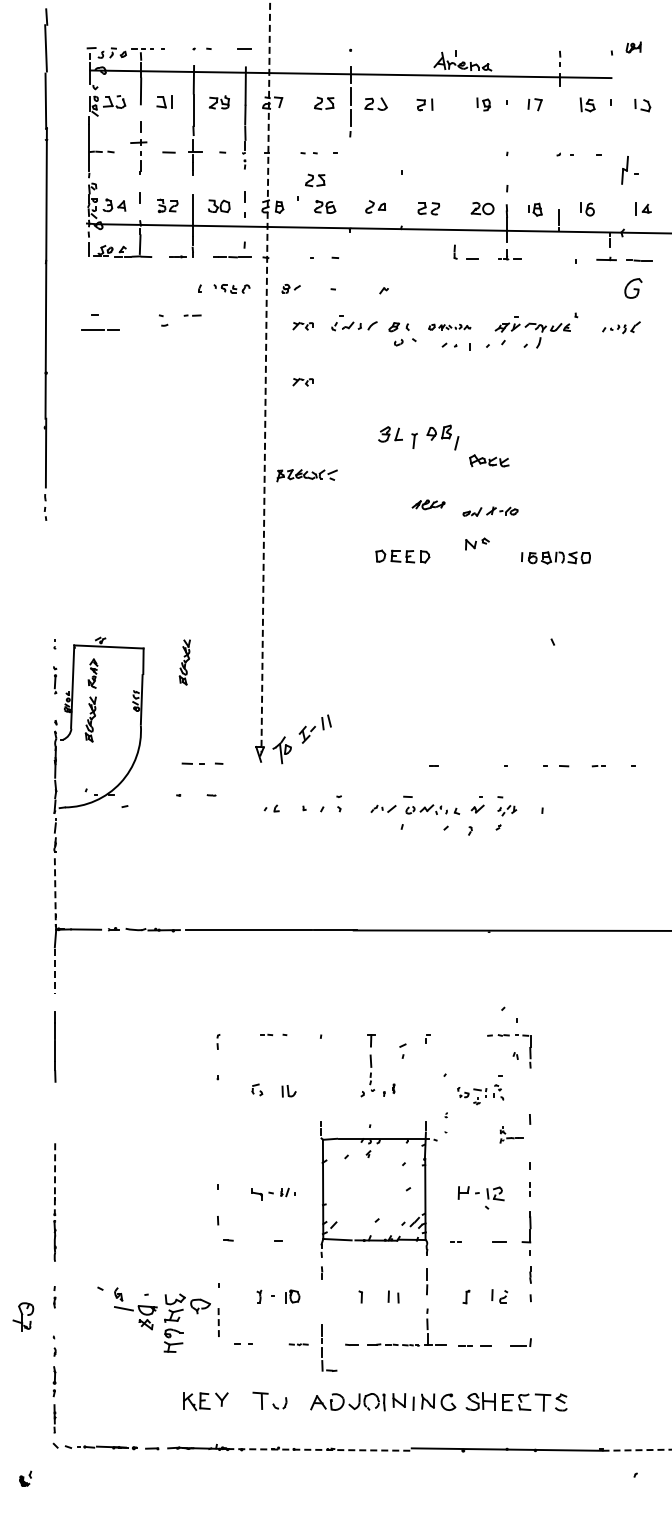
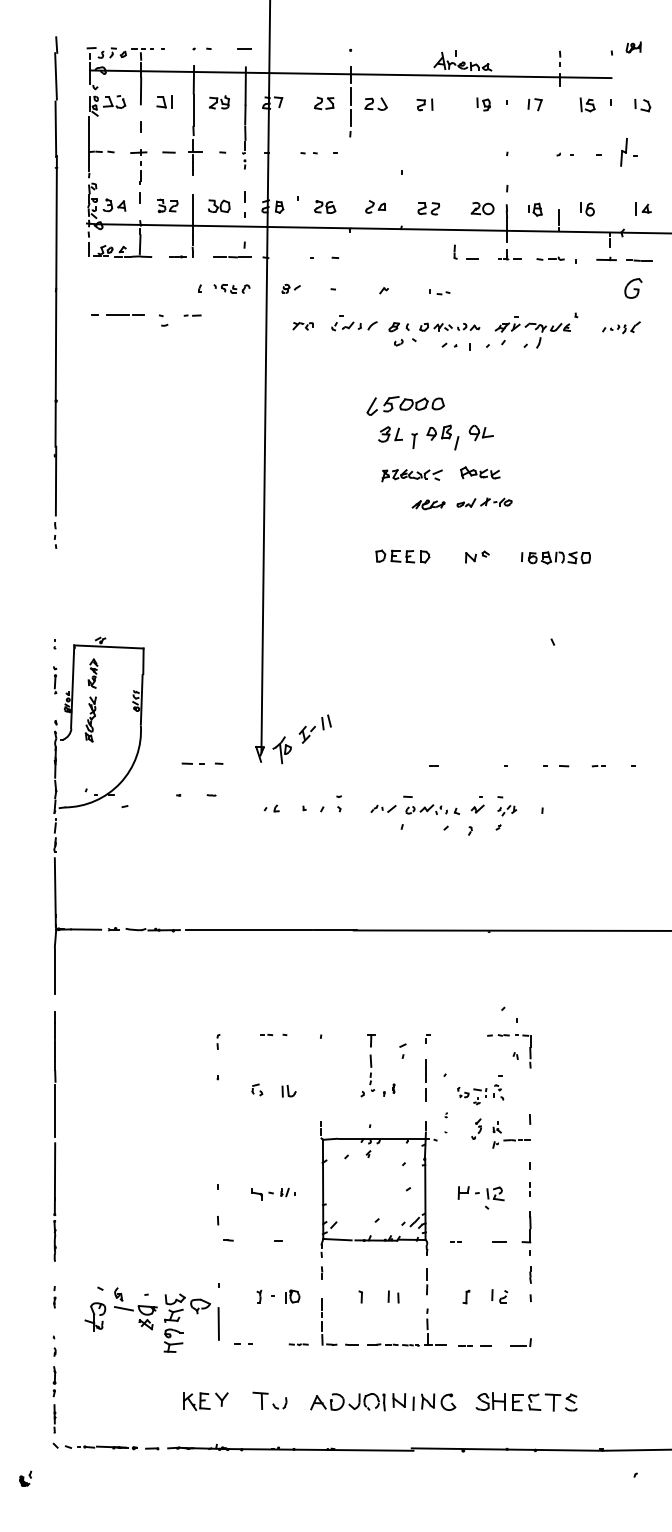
part at (138, 156) position: (138, 156) -> (138, 166)
part at (629, 170) position: (629, 170) -> (628, 152)
part at (315, 180): present -> none
part at (550, 258): none -> present
part at (45, 264) position: (45, 264) -> (55, 292)
part at (439, 292): none -> present
part at (449, 326) size: 44x8 px -> 62x10 px
line at (100, 329) position: (100, 329) -> (125, 314)
line at (265, 376): dashed -> solid
part at (302, 382): present -> none
part at (405, 405): none -> present
part at (480, 432): none -> present
part at (489, 460) position: (489, 460) -> (480, 472)
part at (306, 475) position: (306, 475) -> (411, 475)
part at (490, 511) position: (490, 511) -> (484, 502)
part at (477, 543) position: (477, 543) -> (477, 556)
part at (184, 662): present -> none
line at (55, 893): dashed -> solid
line at (54, 971): dashed -> solid
line at (425, 1080): none -> present
line at (55, 1110): none -> present
part at (476, 1128): none -> present
part at (511, 1134) size: 25x18 px -> 39x28 px
line at (55, 1179): dashed -> solid
part at (23, 1316) position: (23, 1316) -> (95, 1316)
line at (218, 1323): dashed -> solid
part at (322, 1347) position: (322, 1347) -> (322, 1321)
part at (516, 1401) position: (516, 1401) -> (526, 1401)
line at (320, 1449): dashed -> solid
line at (637, 1450): dashed -> solid
